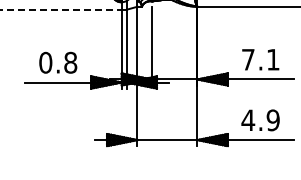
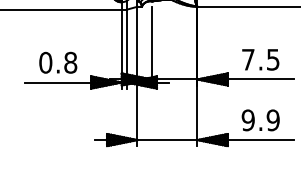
line at (61, 9): dashed -> solid
text at (273, 59): 7.1 -> 7.5
text at (248, 120): 4.9 -> 9.9
